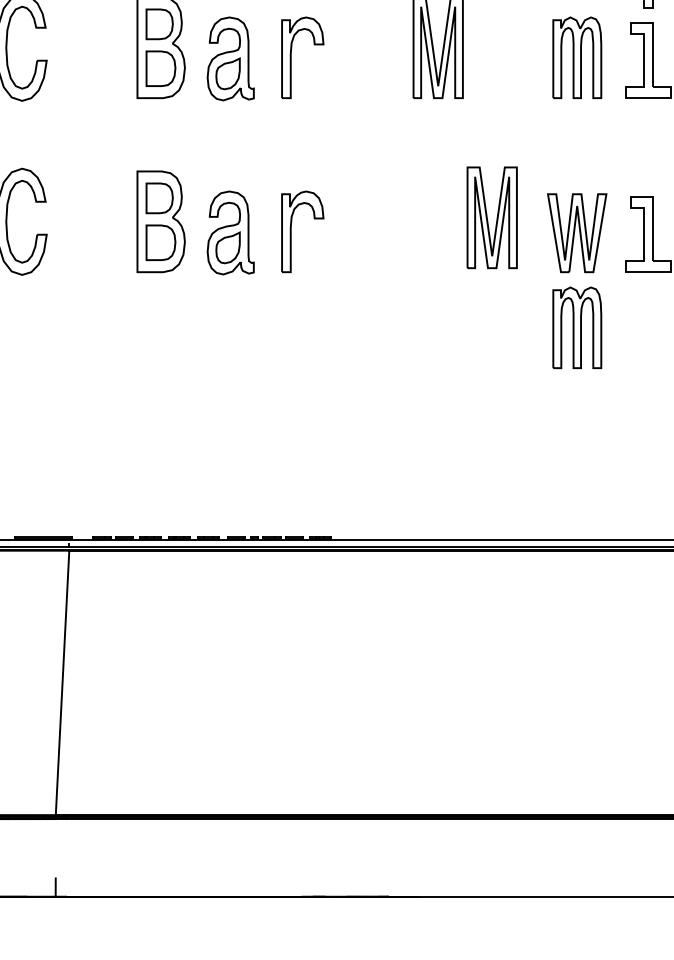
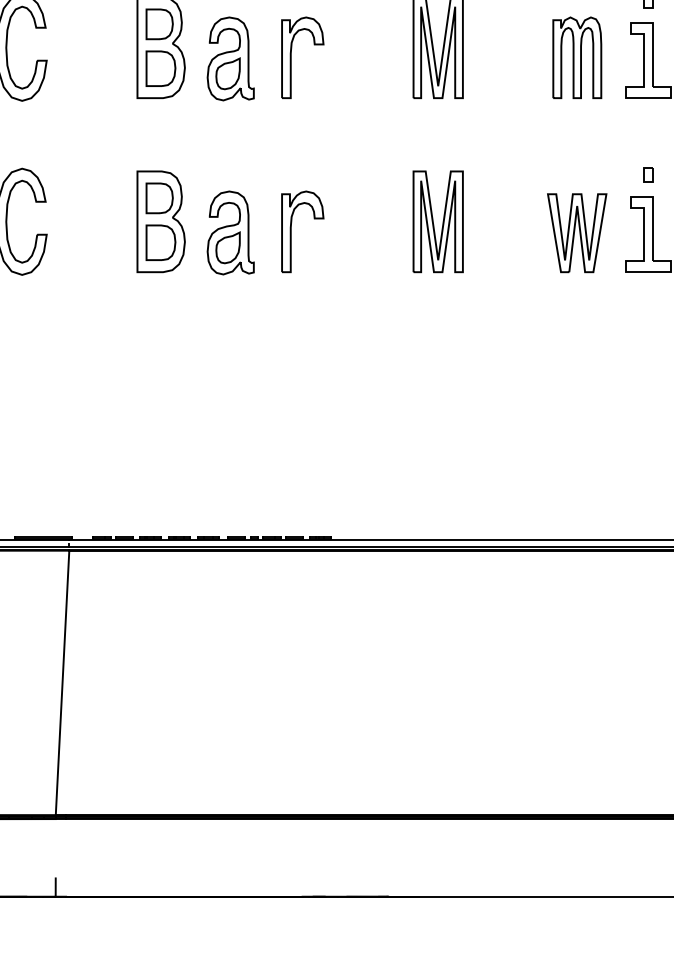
part at (648, 174): none -> present
part at (491, 217) position: (491, 217) -> (437, 221)
part at (577, 327): present -> none
